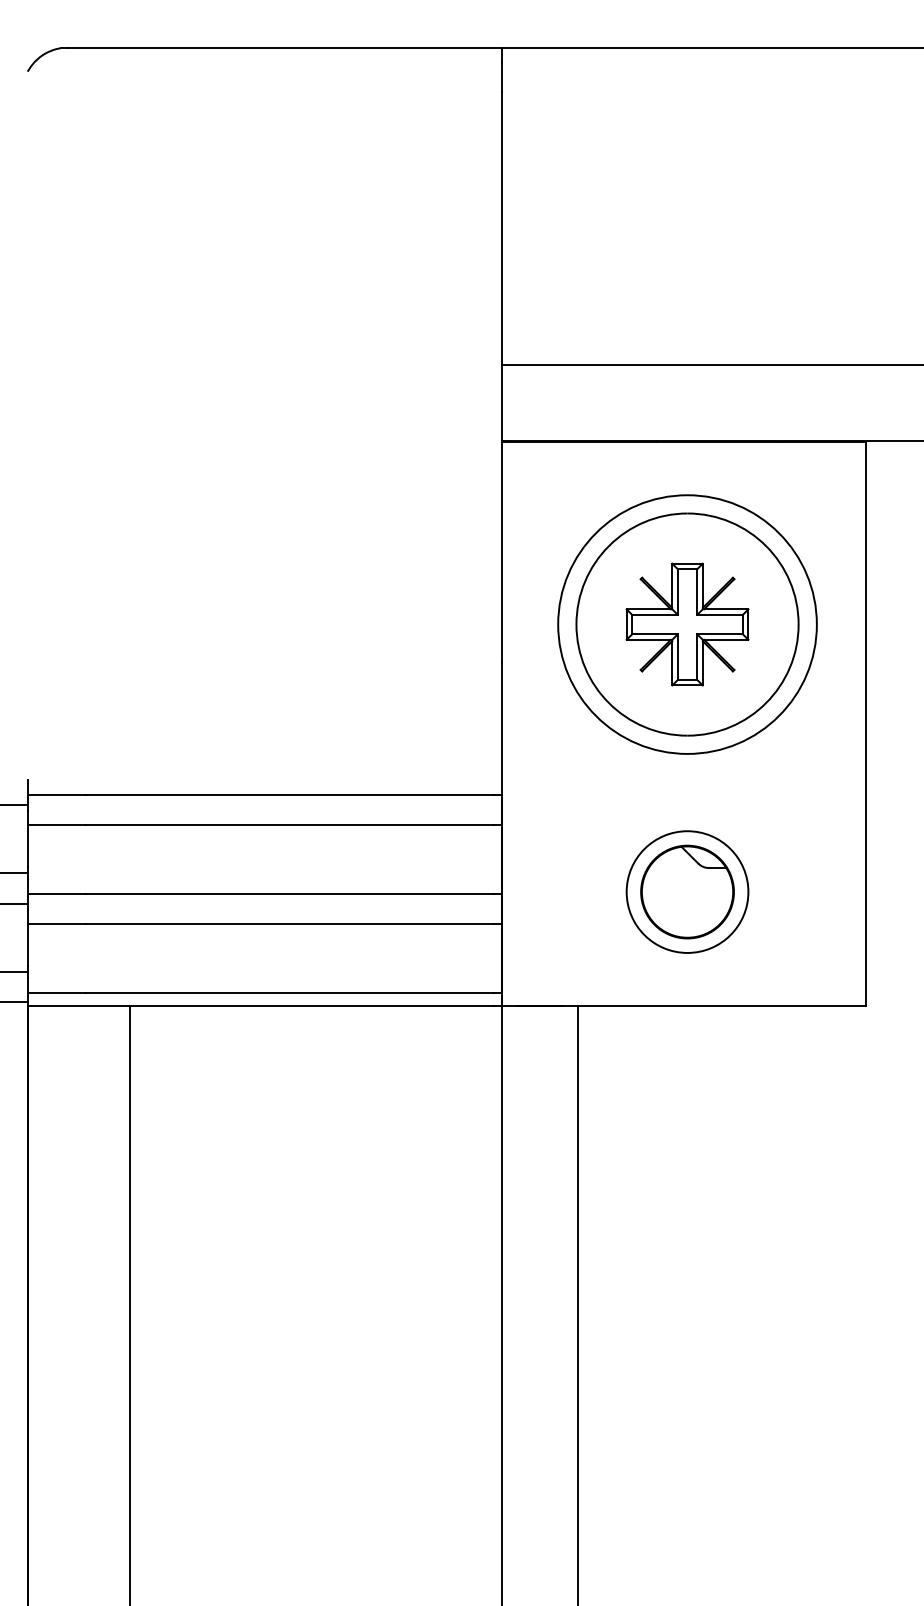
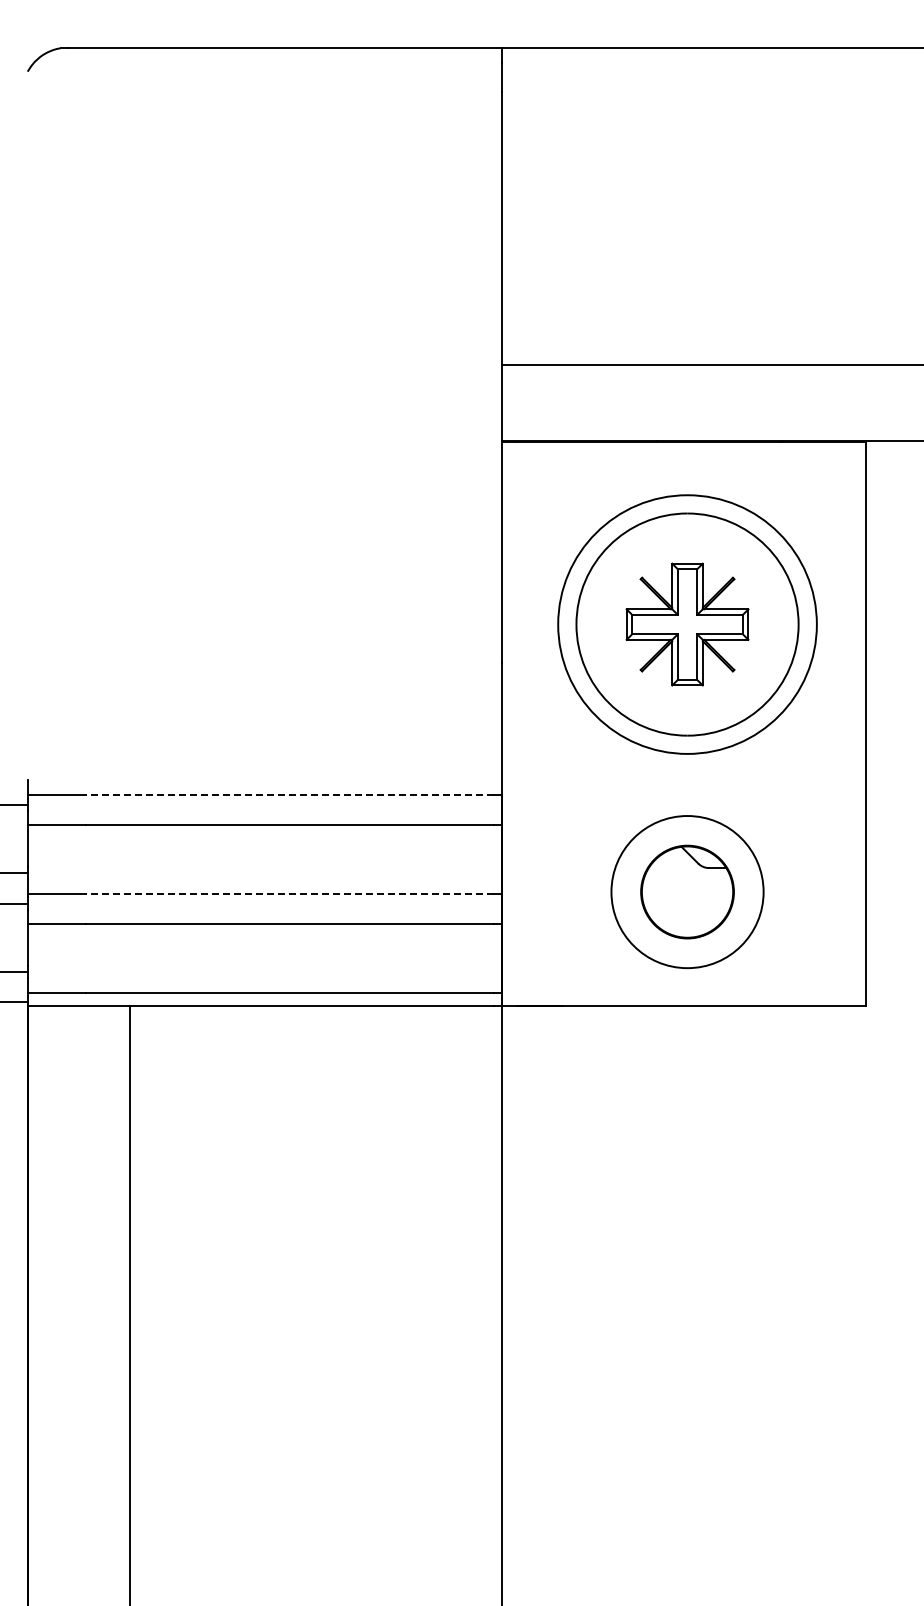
line at (290, 795): solid -> dashed
circle at (687, 891) diameter: 122 px -> 152 px
line at (290, 893): solid -> dashed
line at (577, 1304): present -> none
